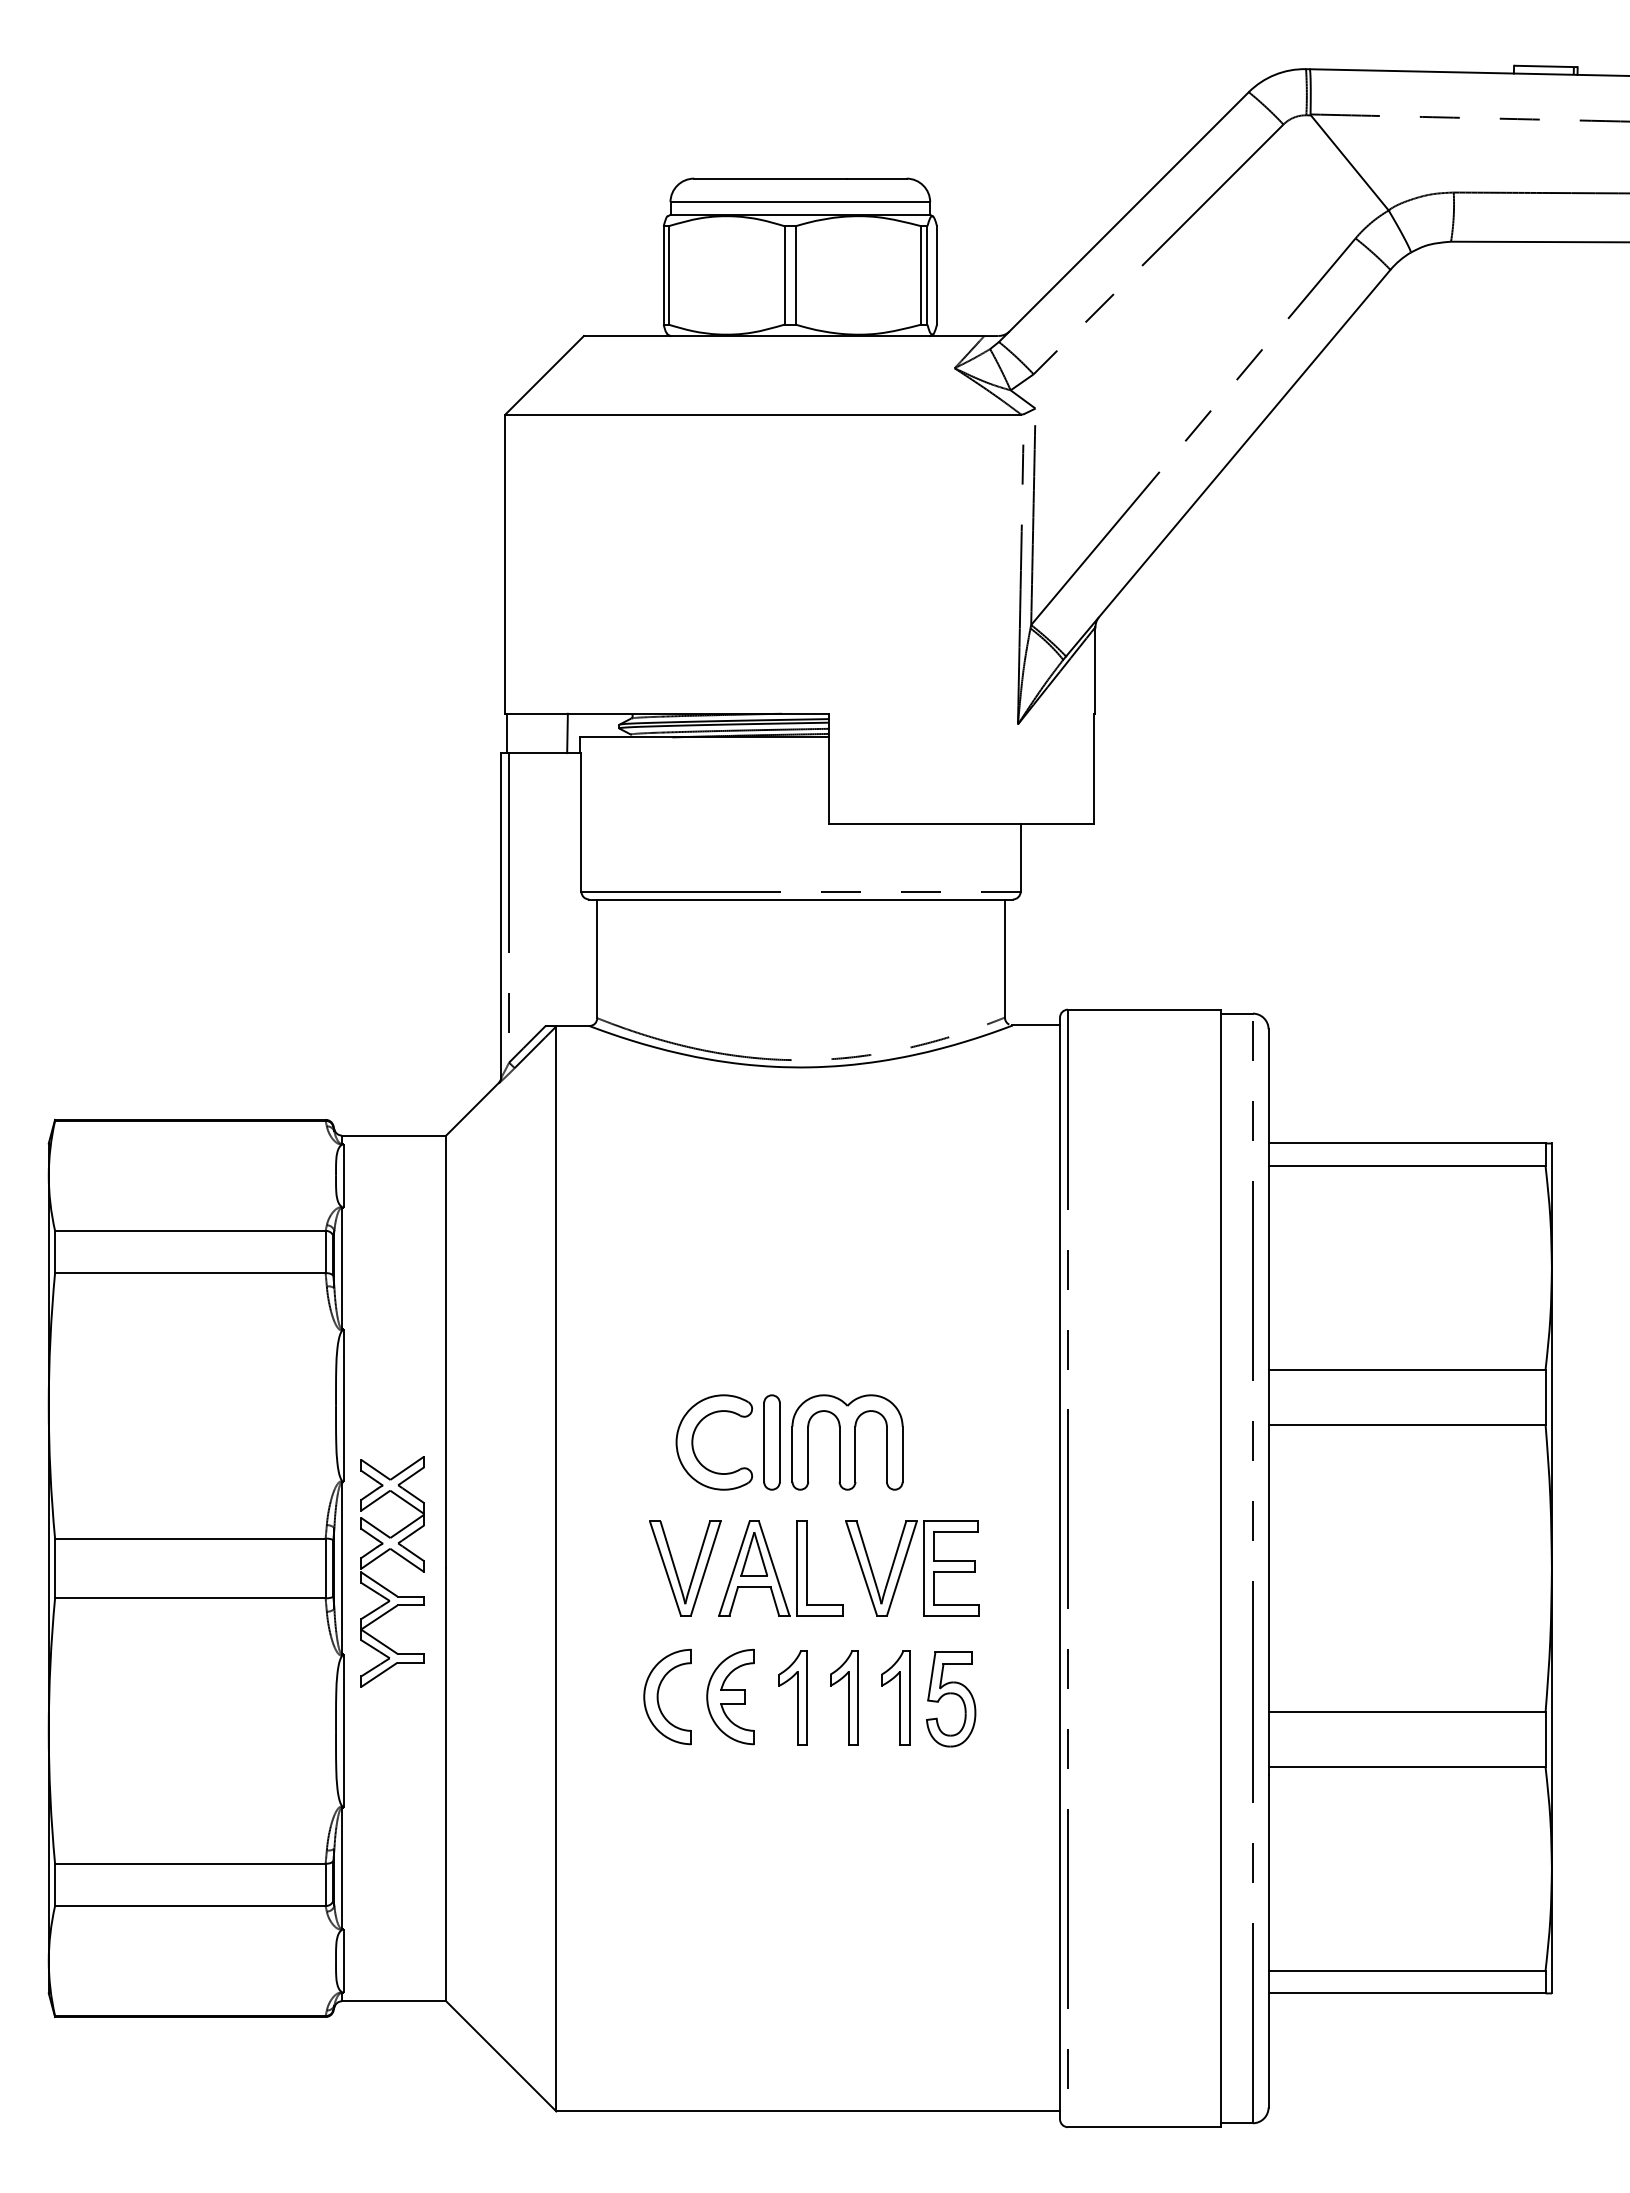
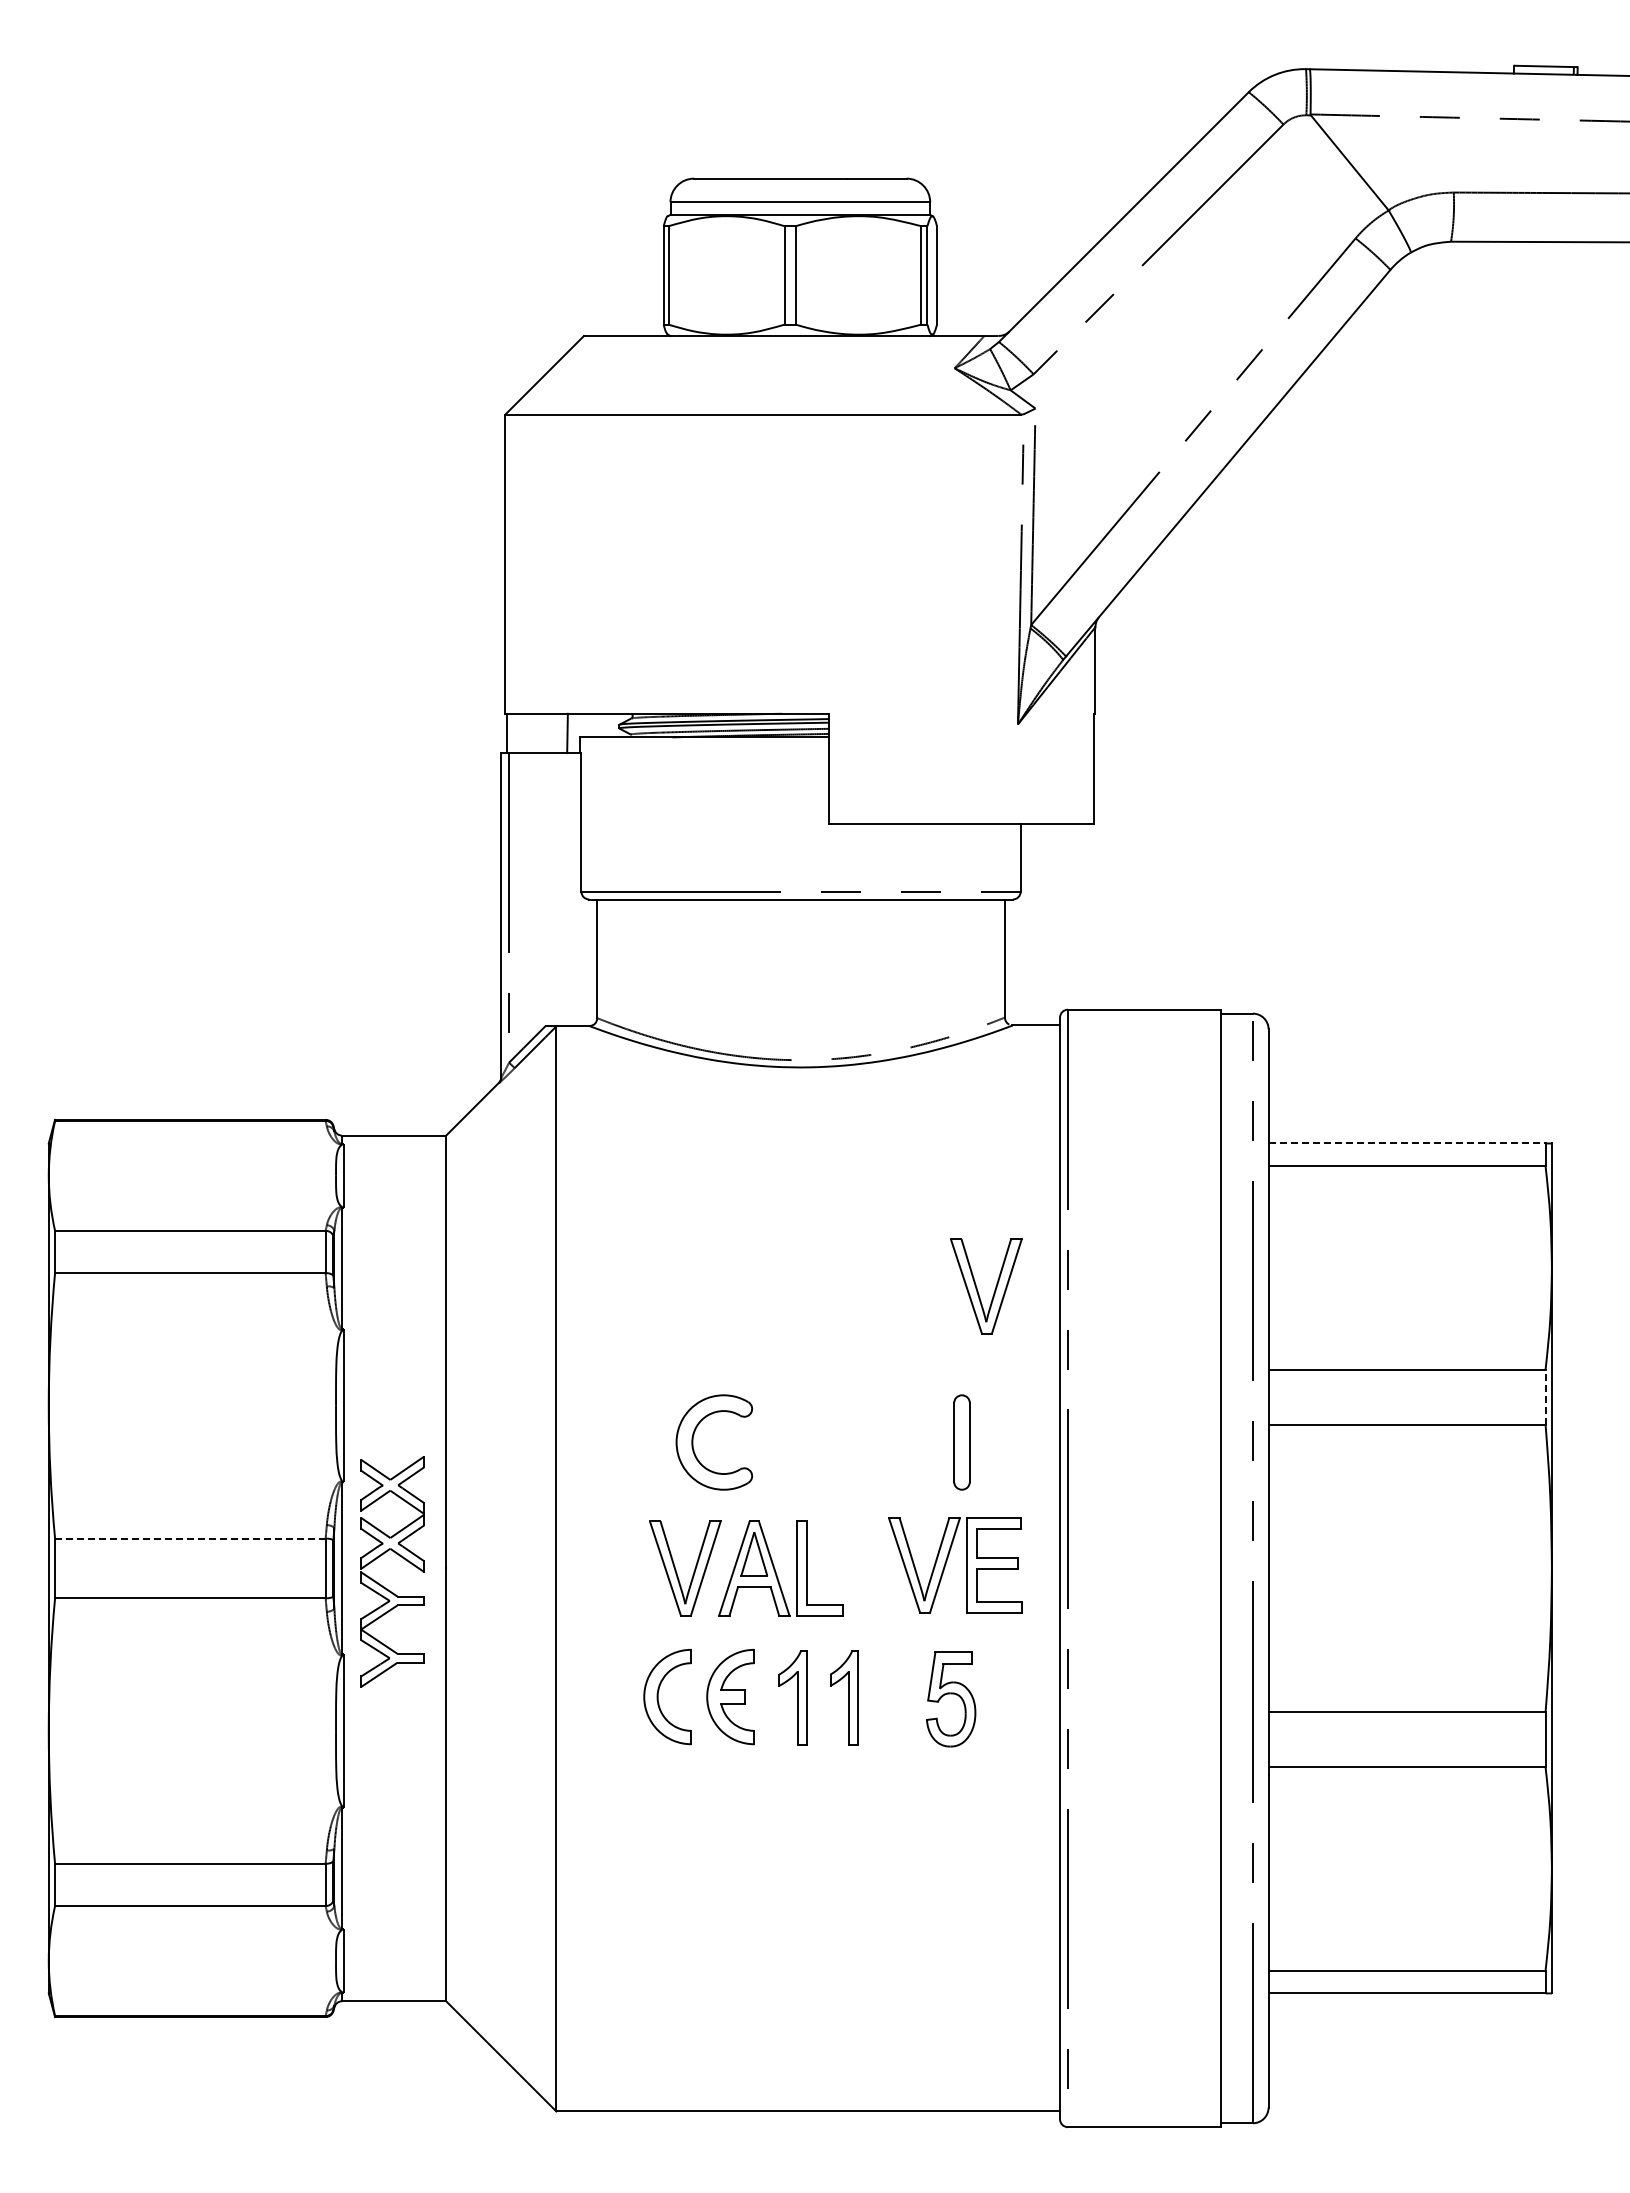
line at (1407, 1143): solid -> dashed
part at (994, 1289): none -> present
line at (1545, 1397): solid -> dashed
part at (771, 1442) position: (771, 1442) -> (961, 1442)
part at (847, 1442): present -> none
line at (190, 1538): solid -> dashed
part at (904, 1564) position: (904, 1564) -> (947, 1561)
part at (895, 1697): present -> none
